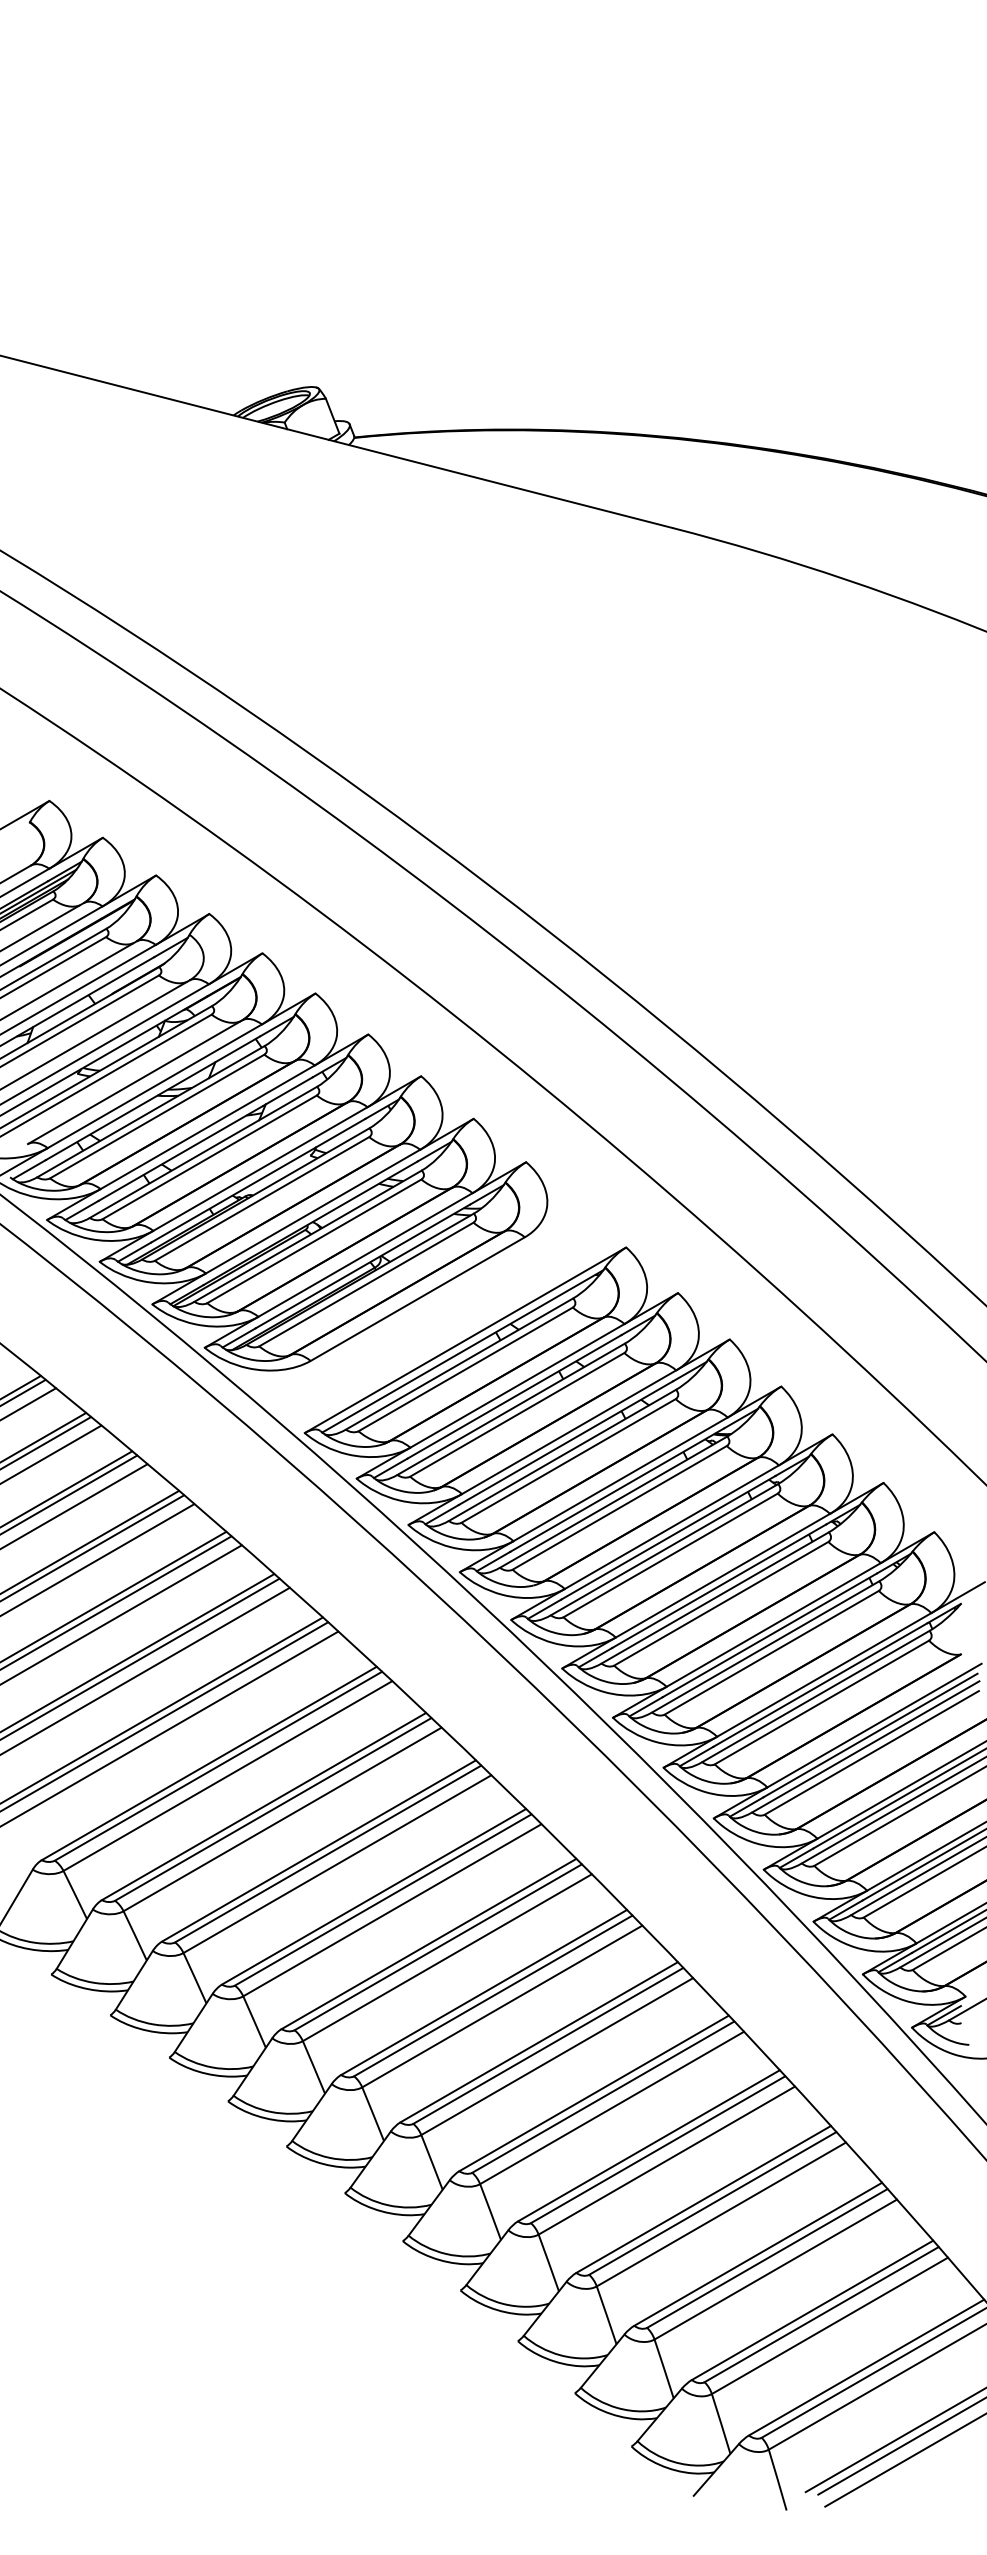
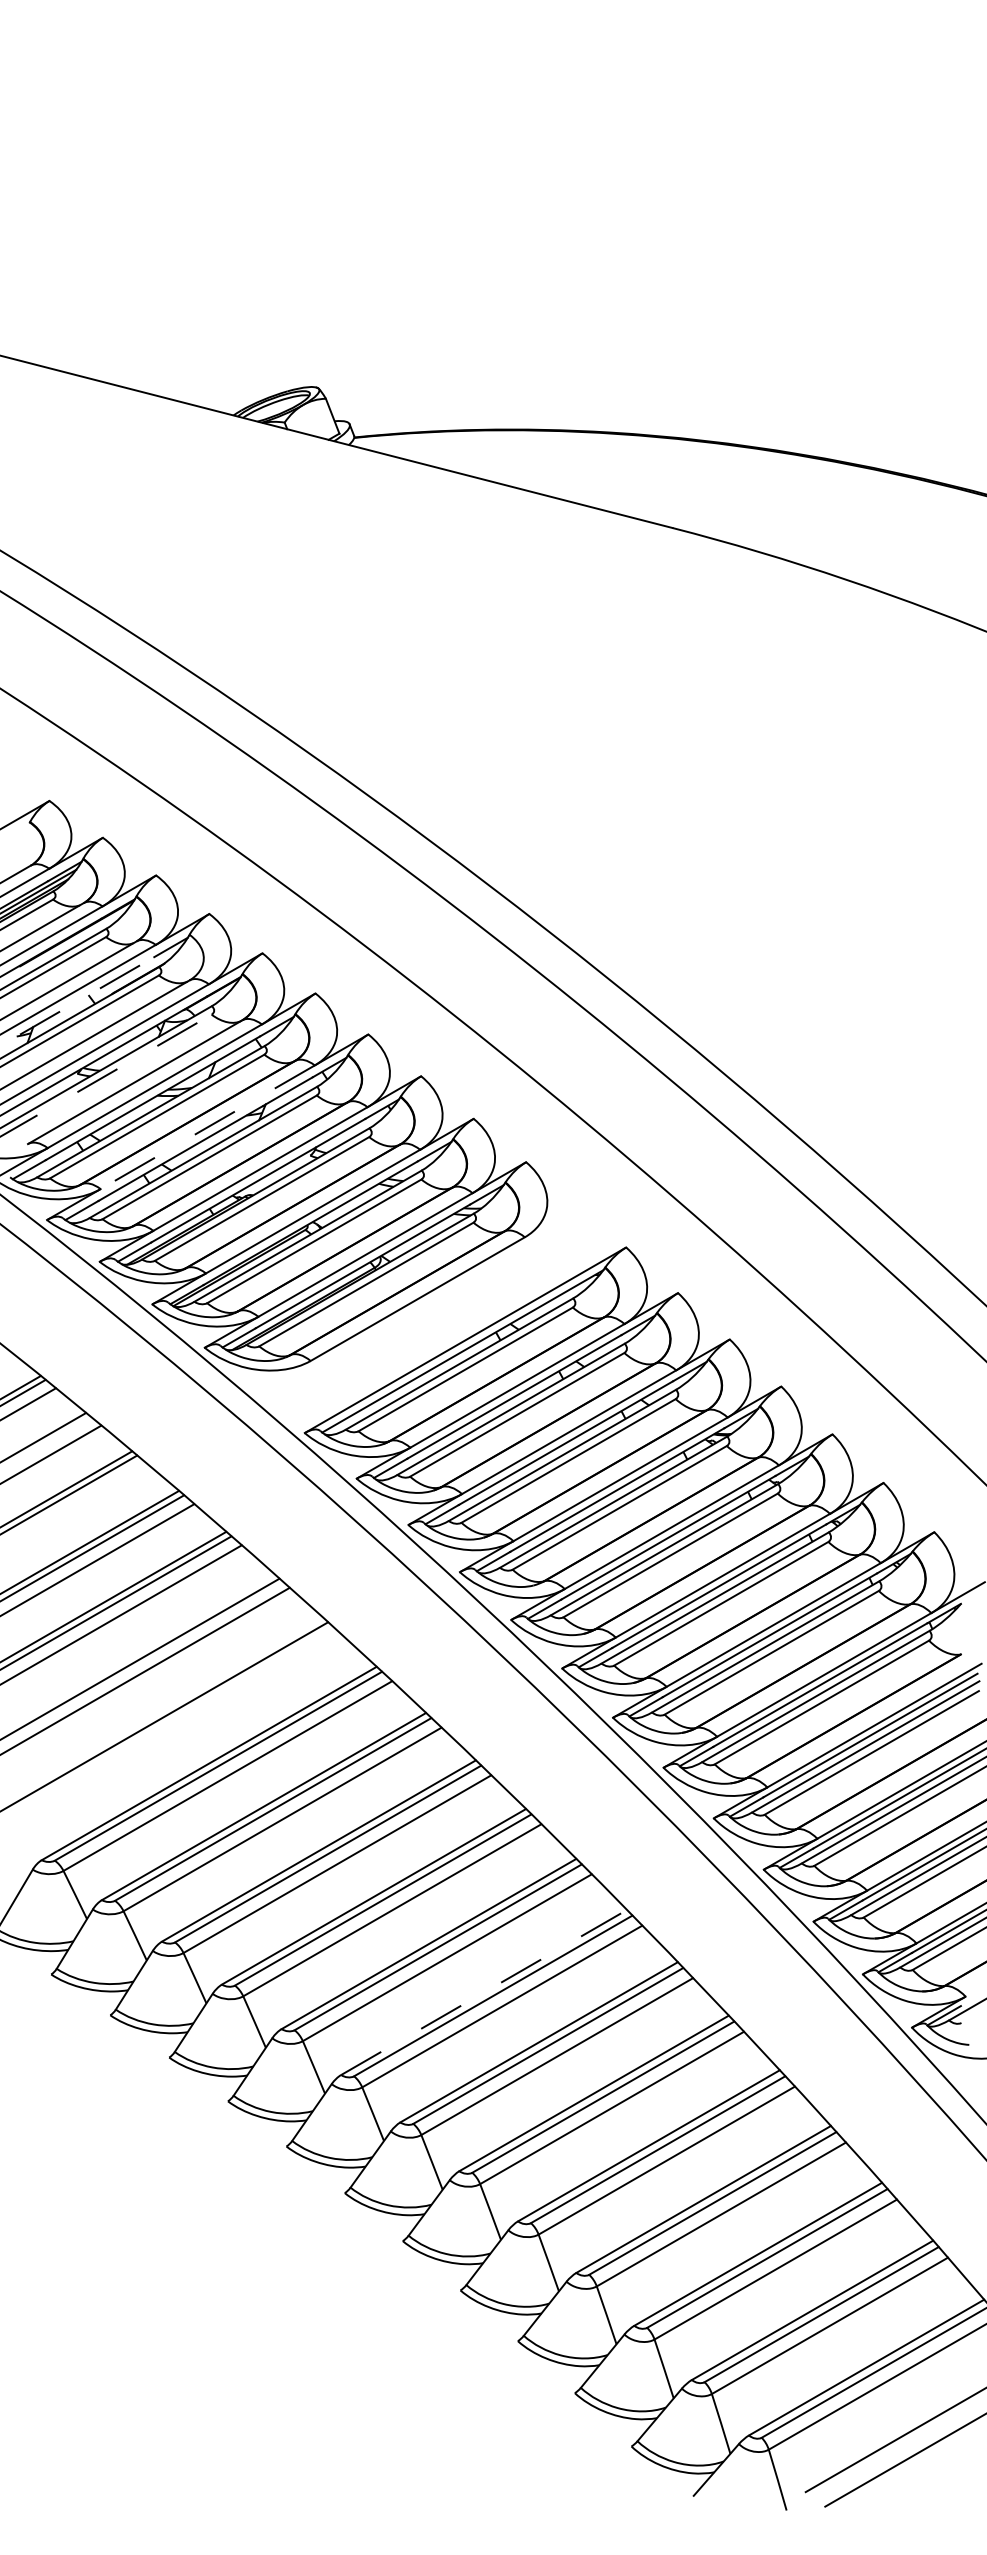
line at (77, 1001): solid -> dashed
line at (106, 1075): solid -> dashed
line at (207, 1127): solid -> dashed
line at (46, 1442): present -> none
line at (74, 1505): present -> none
line at (138, 1652): present -> none
line at (162, 1709): present -> none
line at (170, 1728): present -> none
line at (484, 1992): solid -> dashed
line at (900, 2446): present -> none
